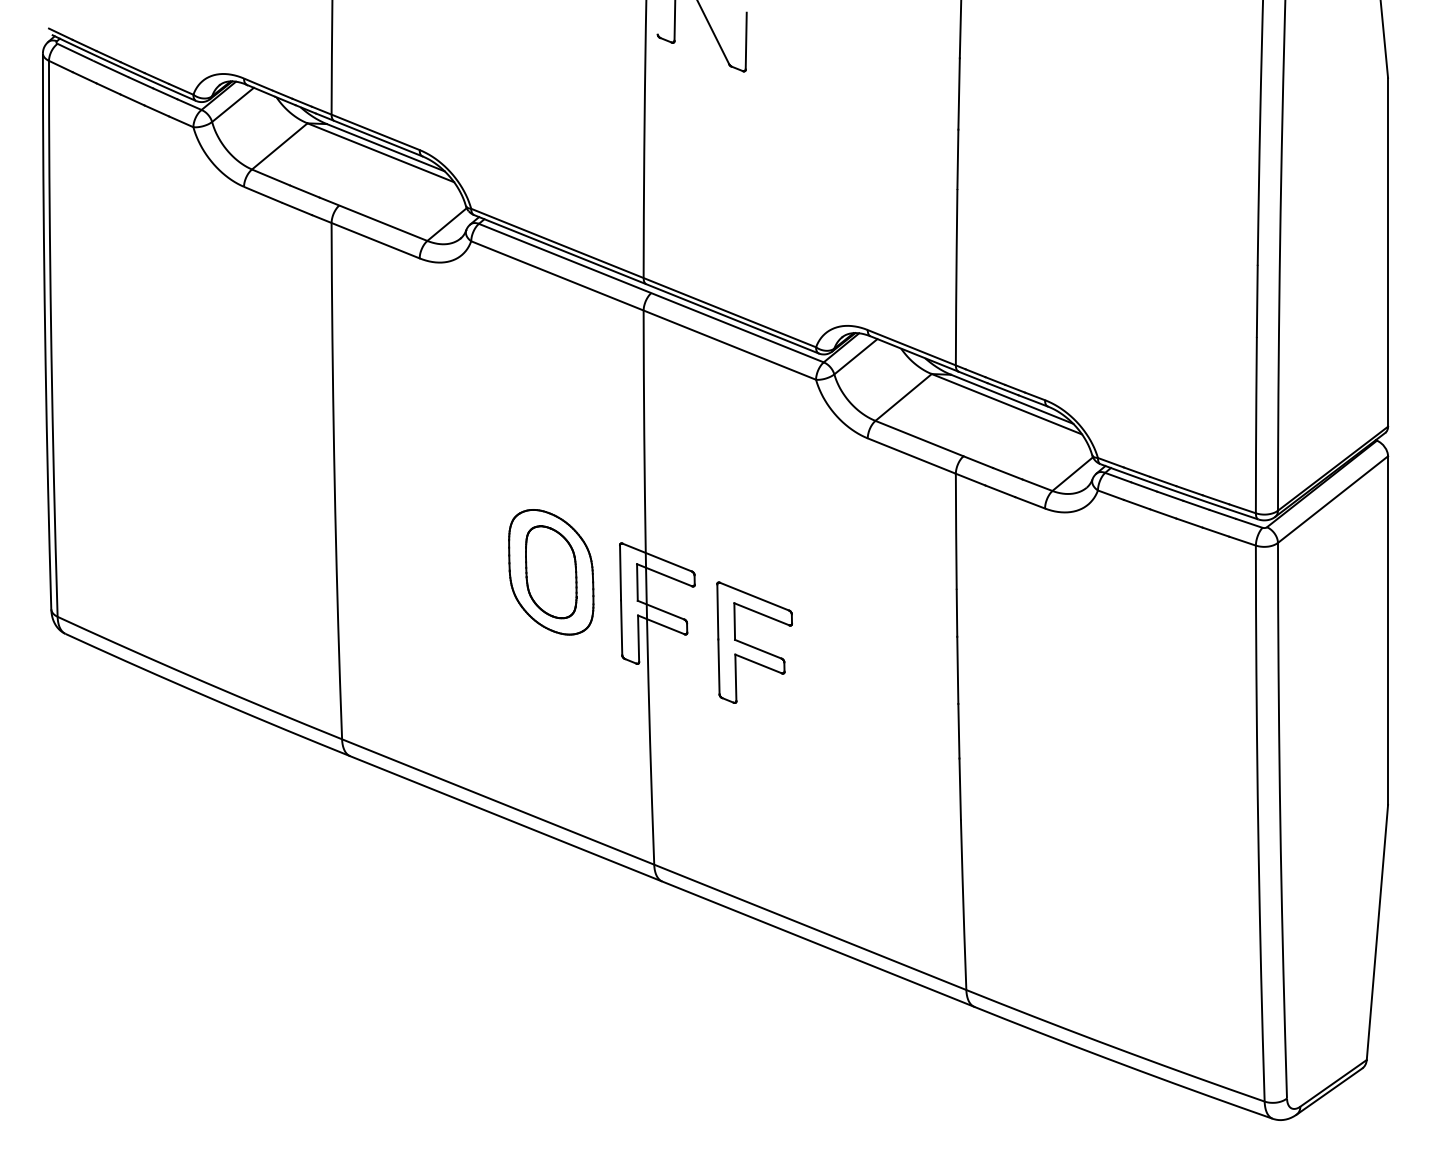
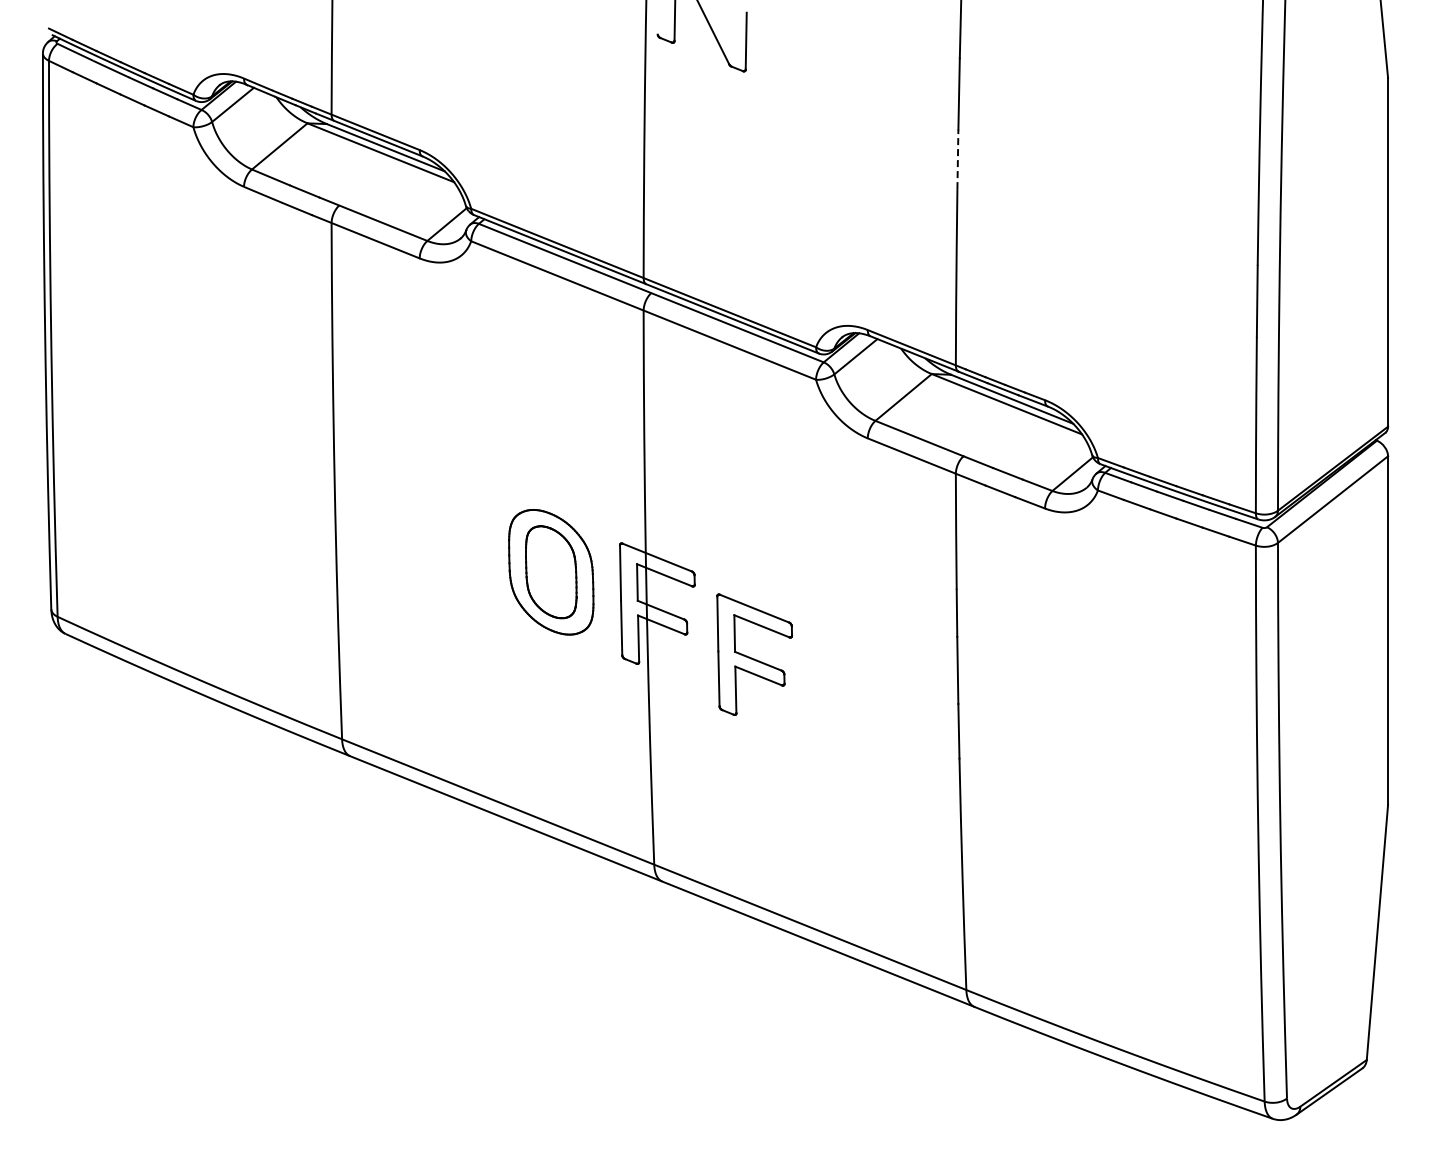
line at (957, 159): solid -> dashed
part at (754, 642) position: (754, 642) -> (754, 654)
